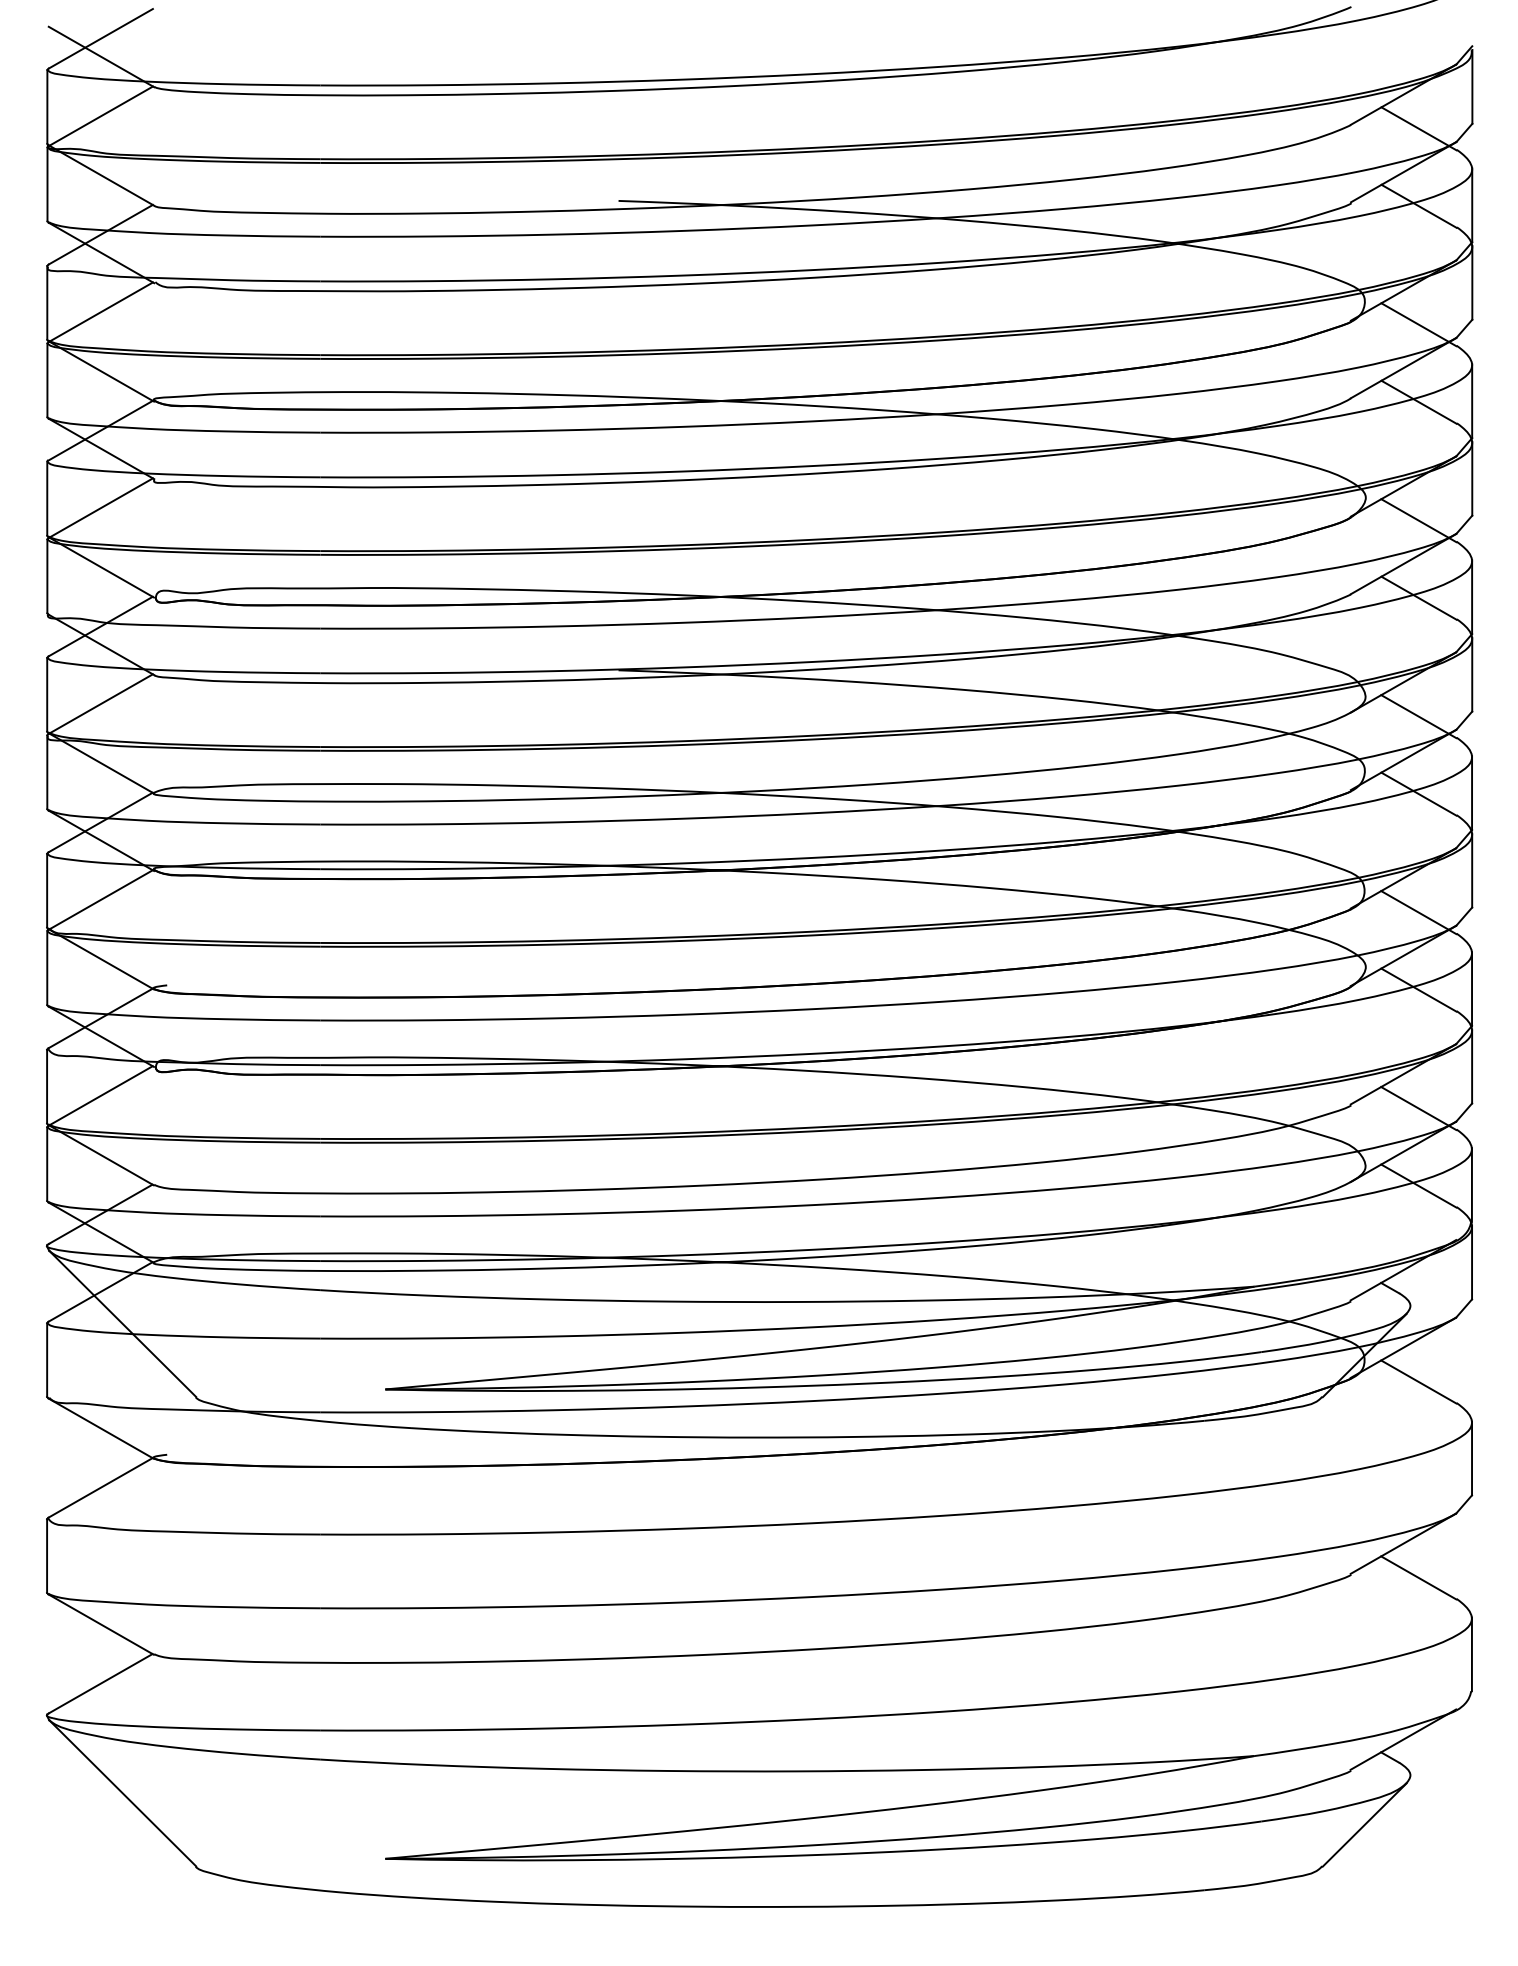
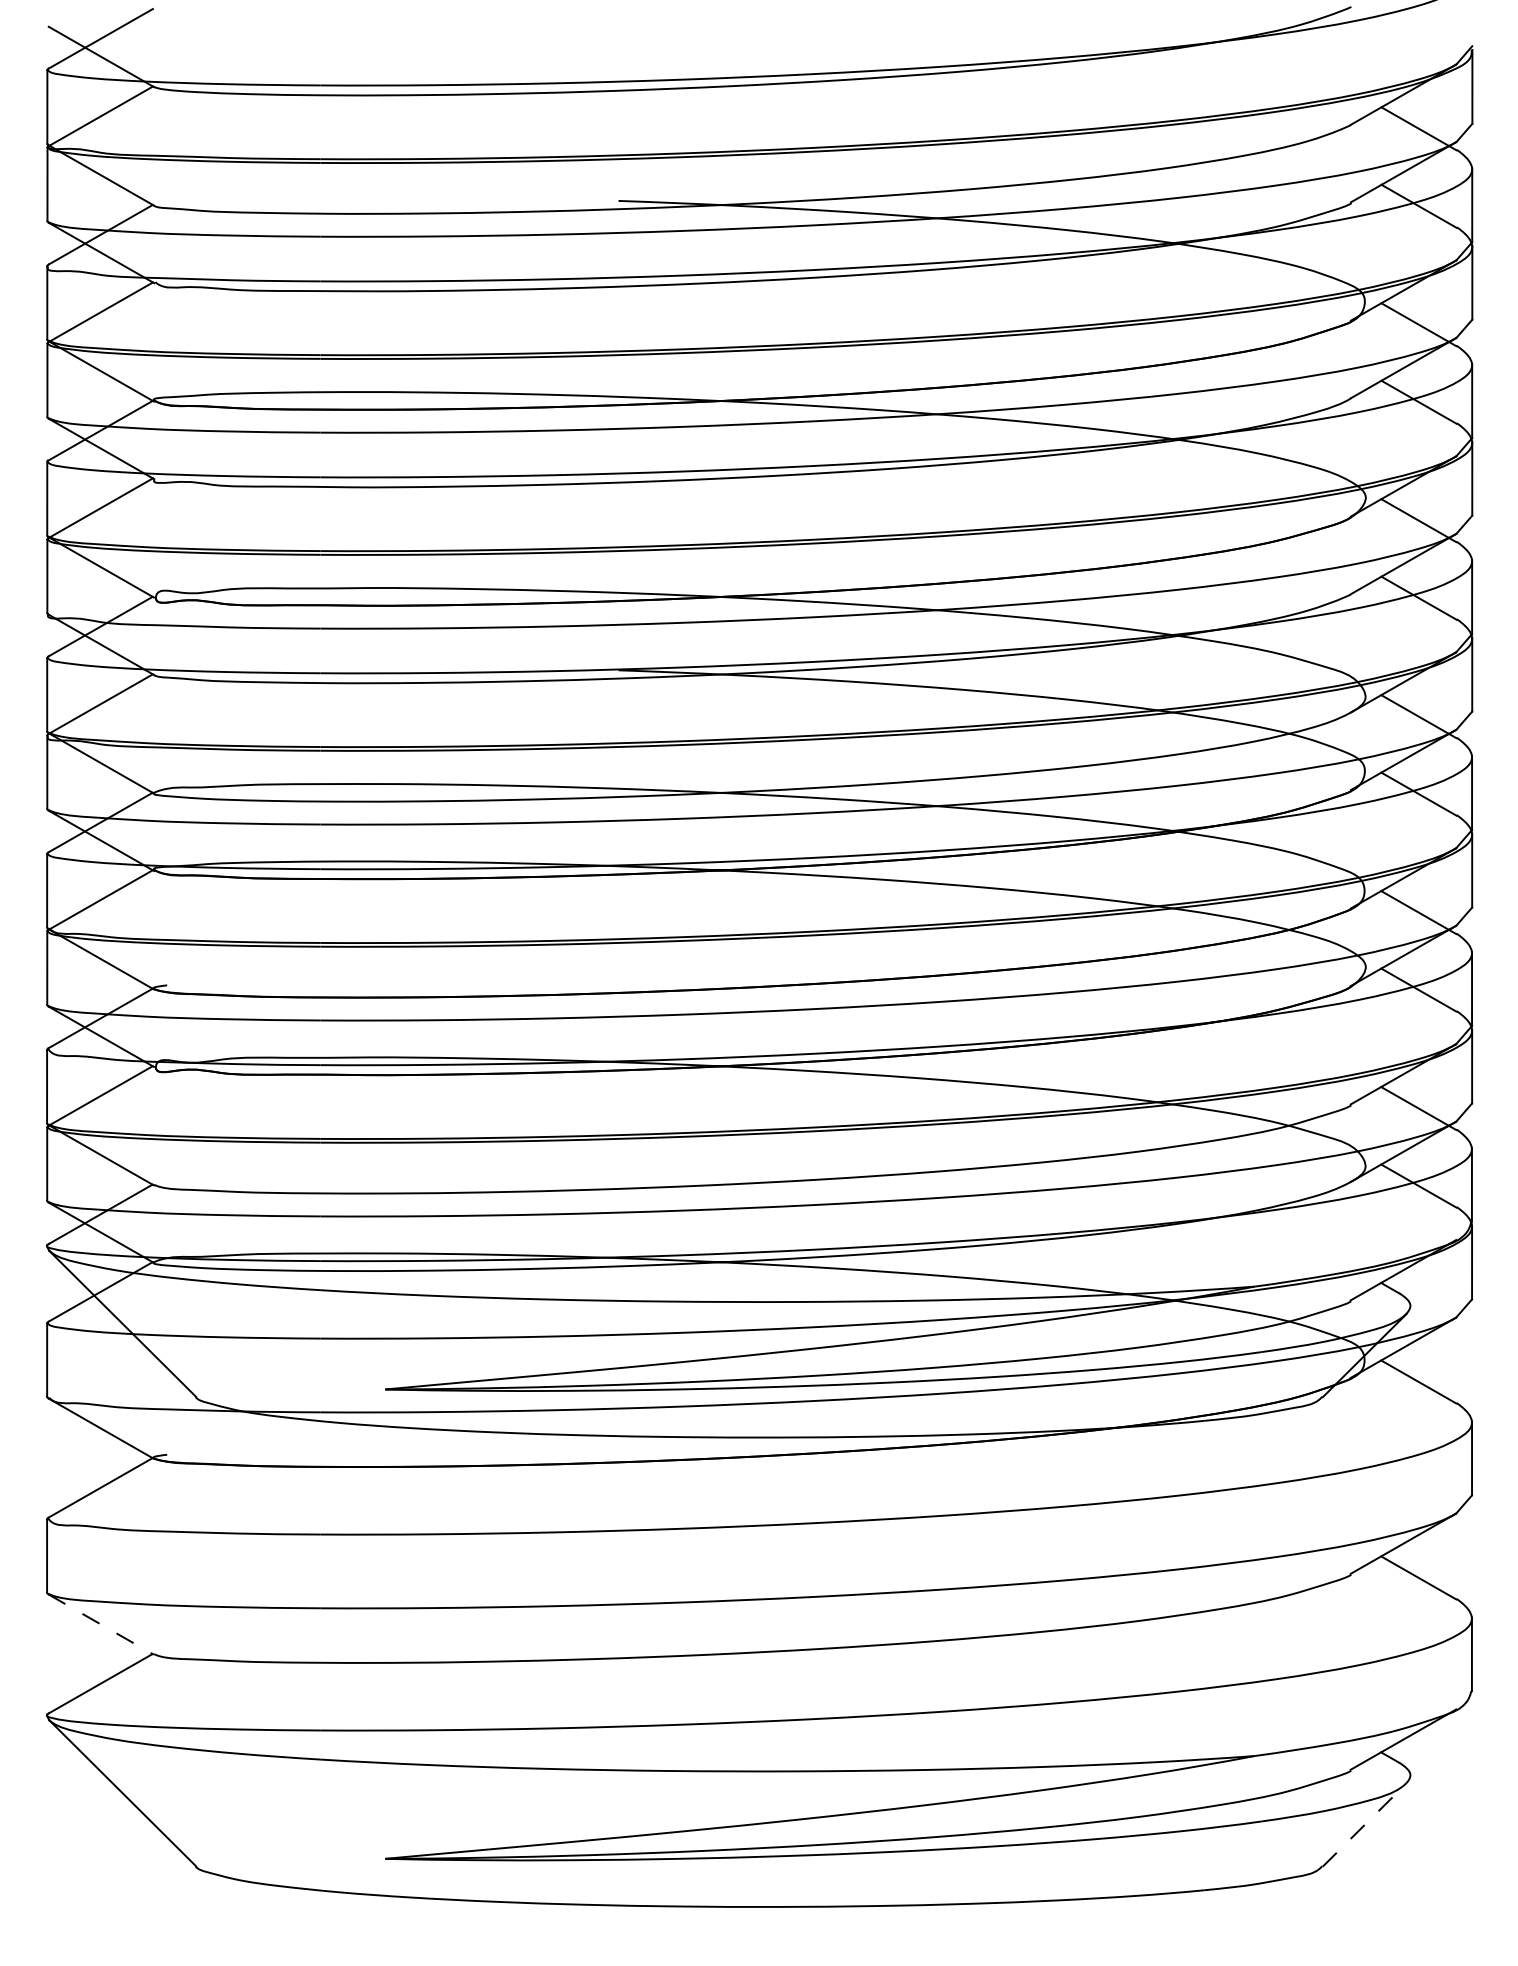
line at (101, 1624): solid -> dashed
line at (1365, 1824): solid -> dashed
